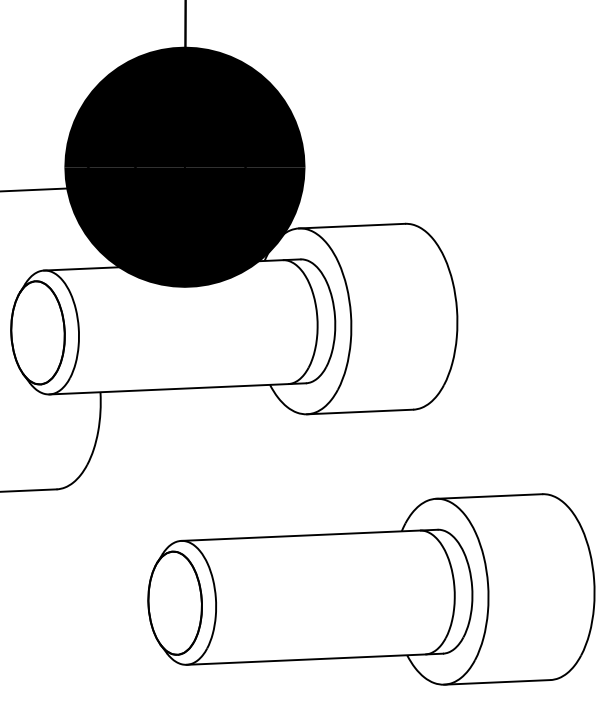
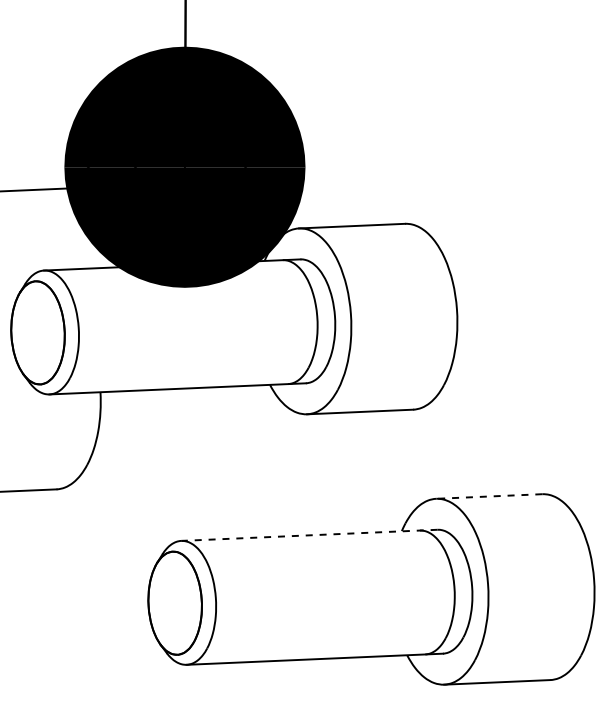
line at (488, 496): solid -> dashed
line at (308, 535): solid -> dashed
